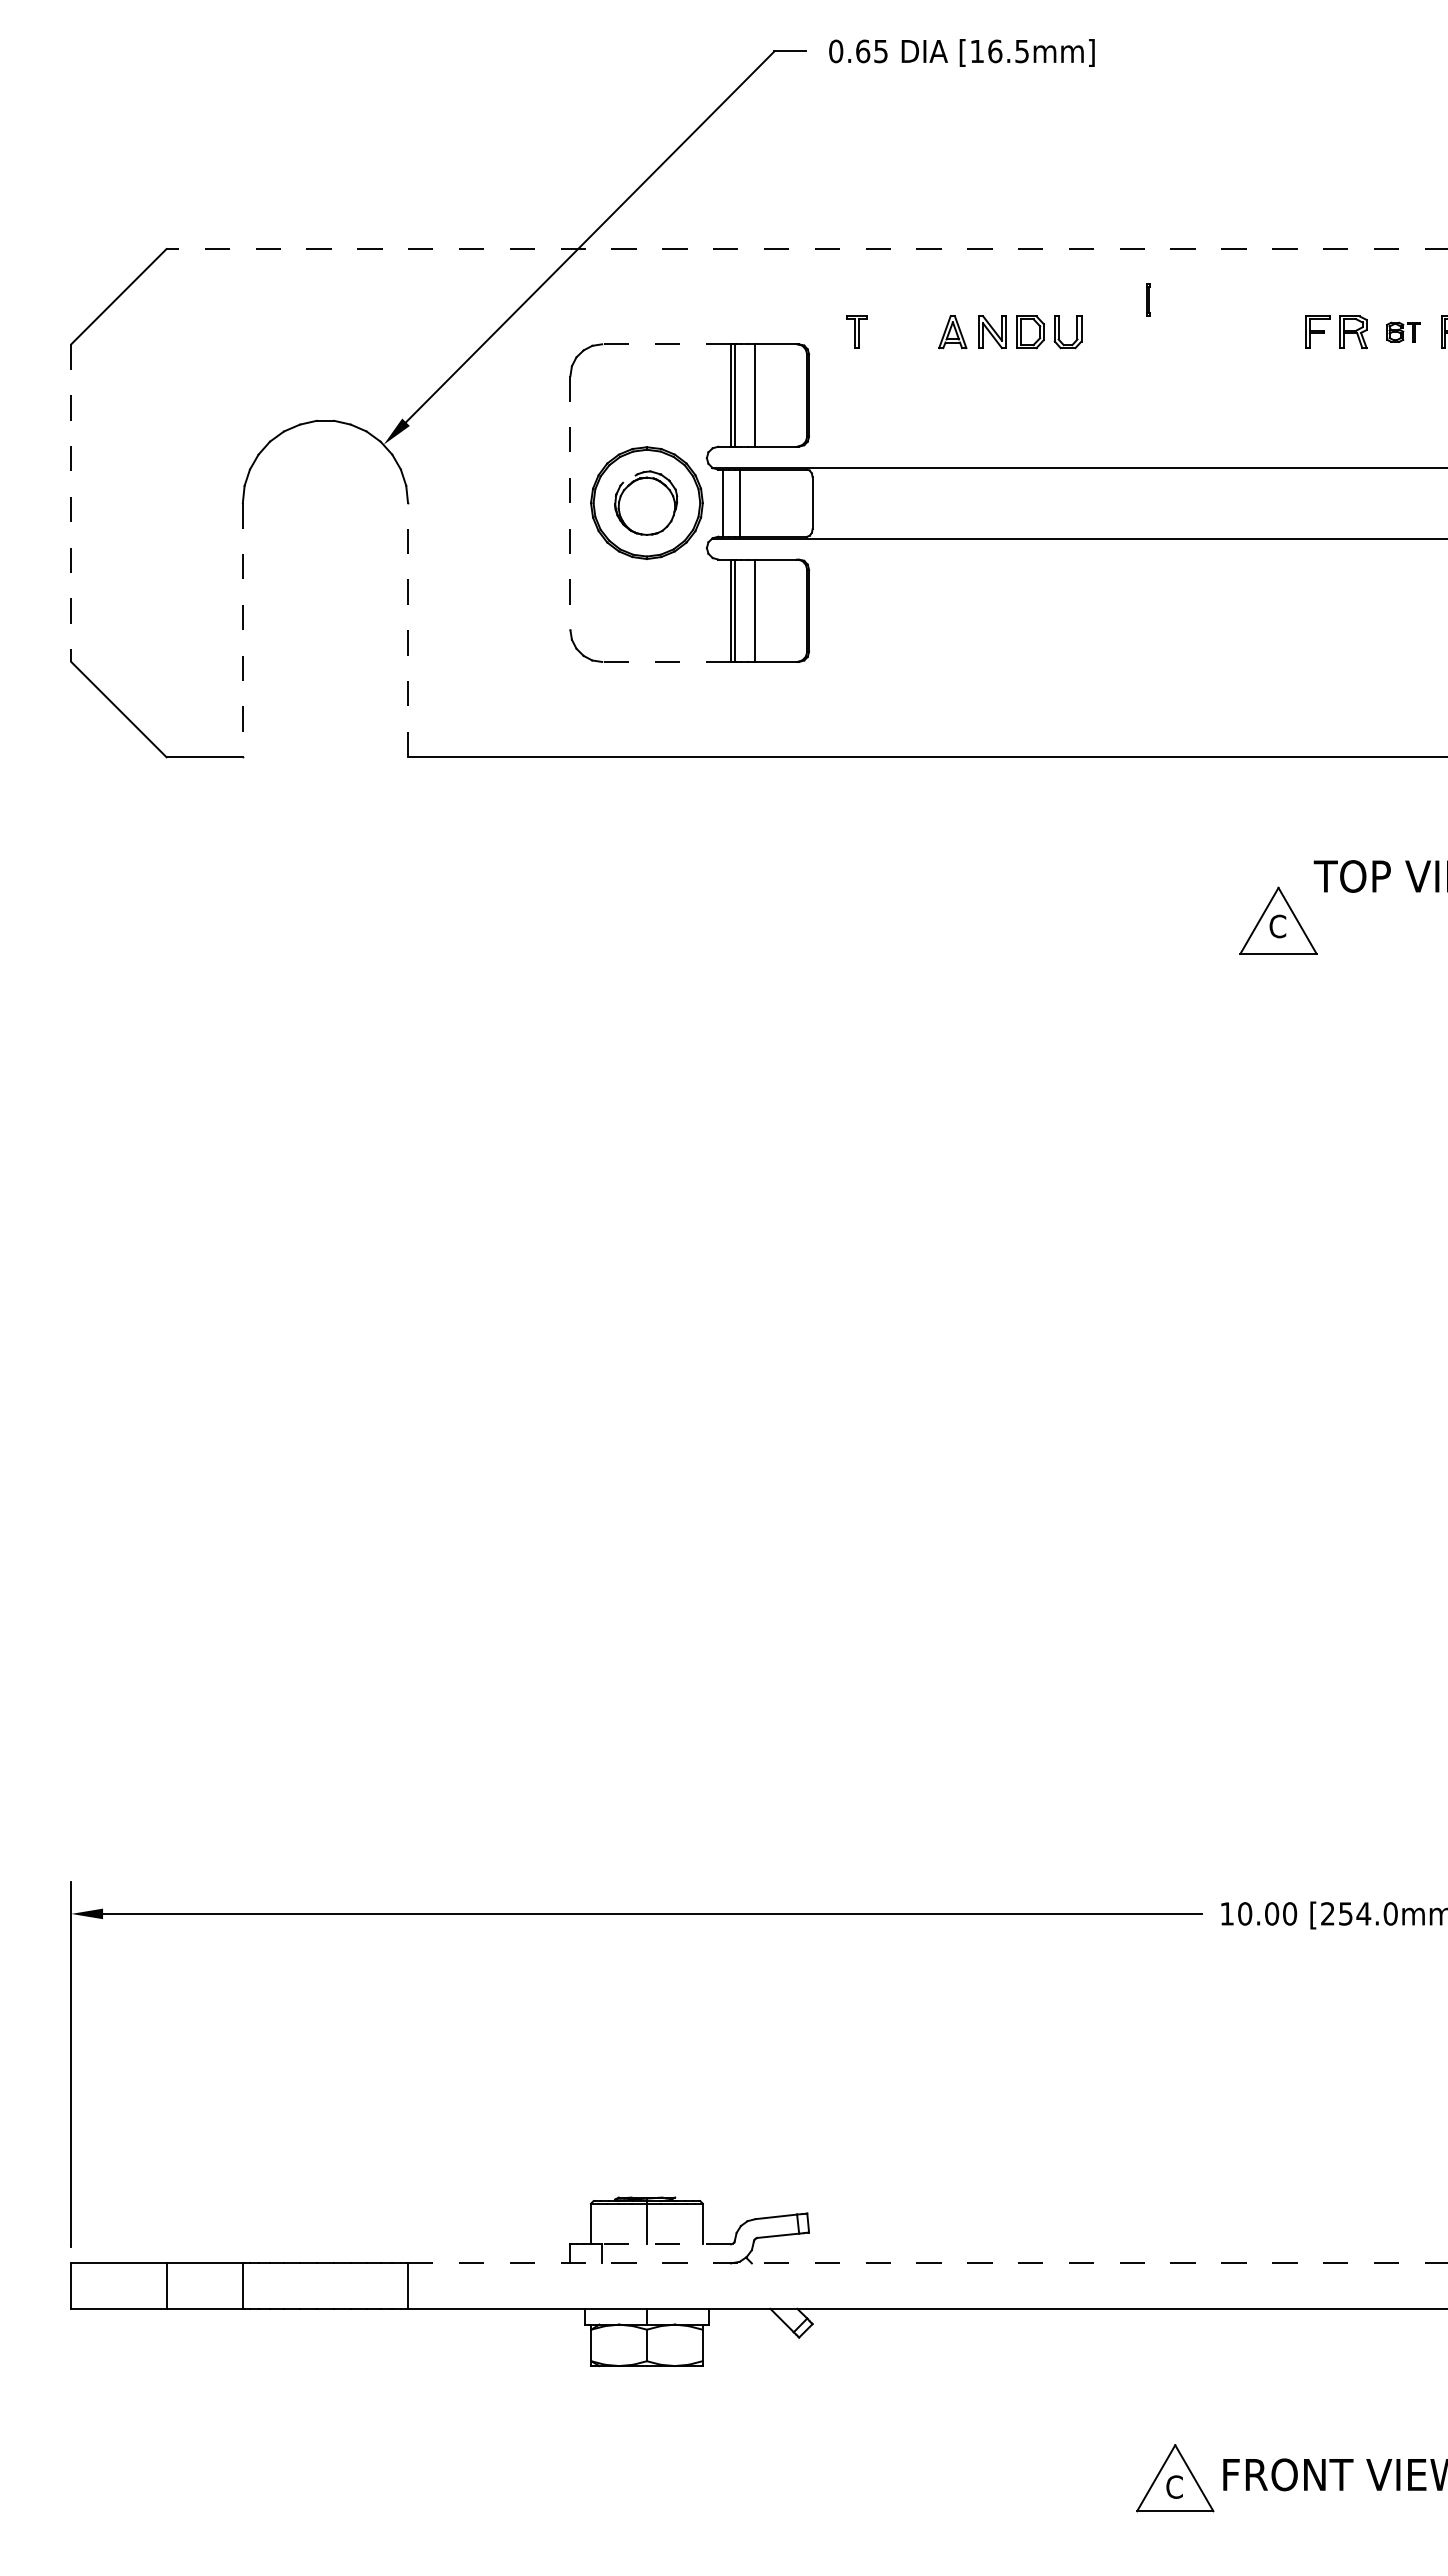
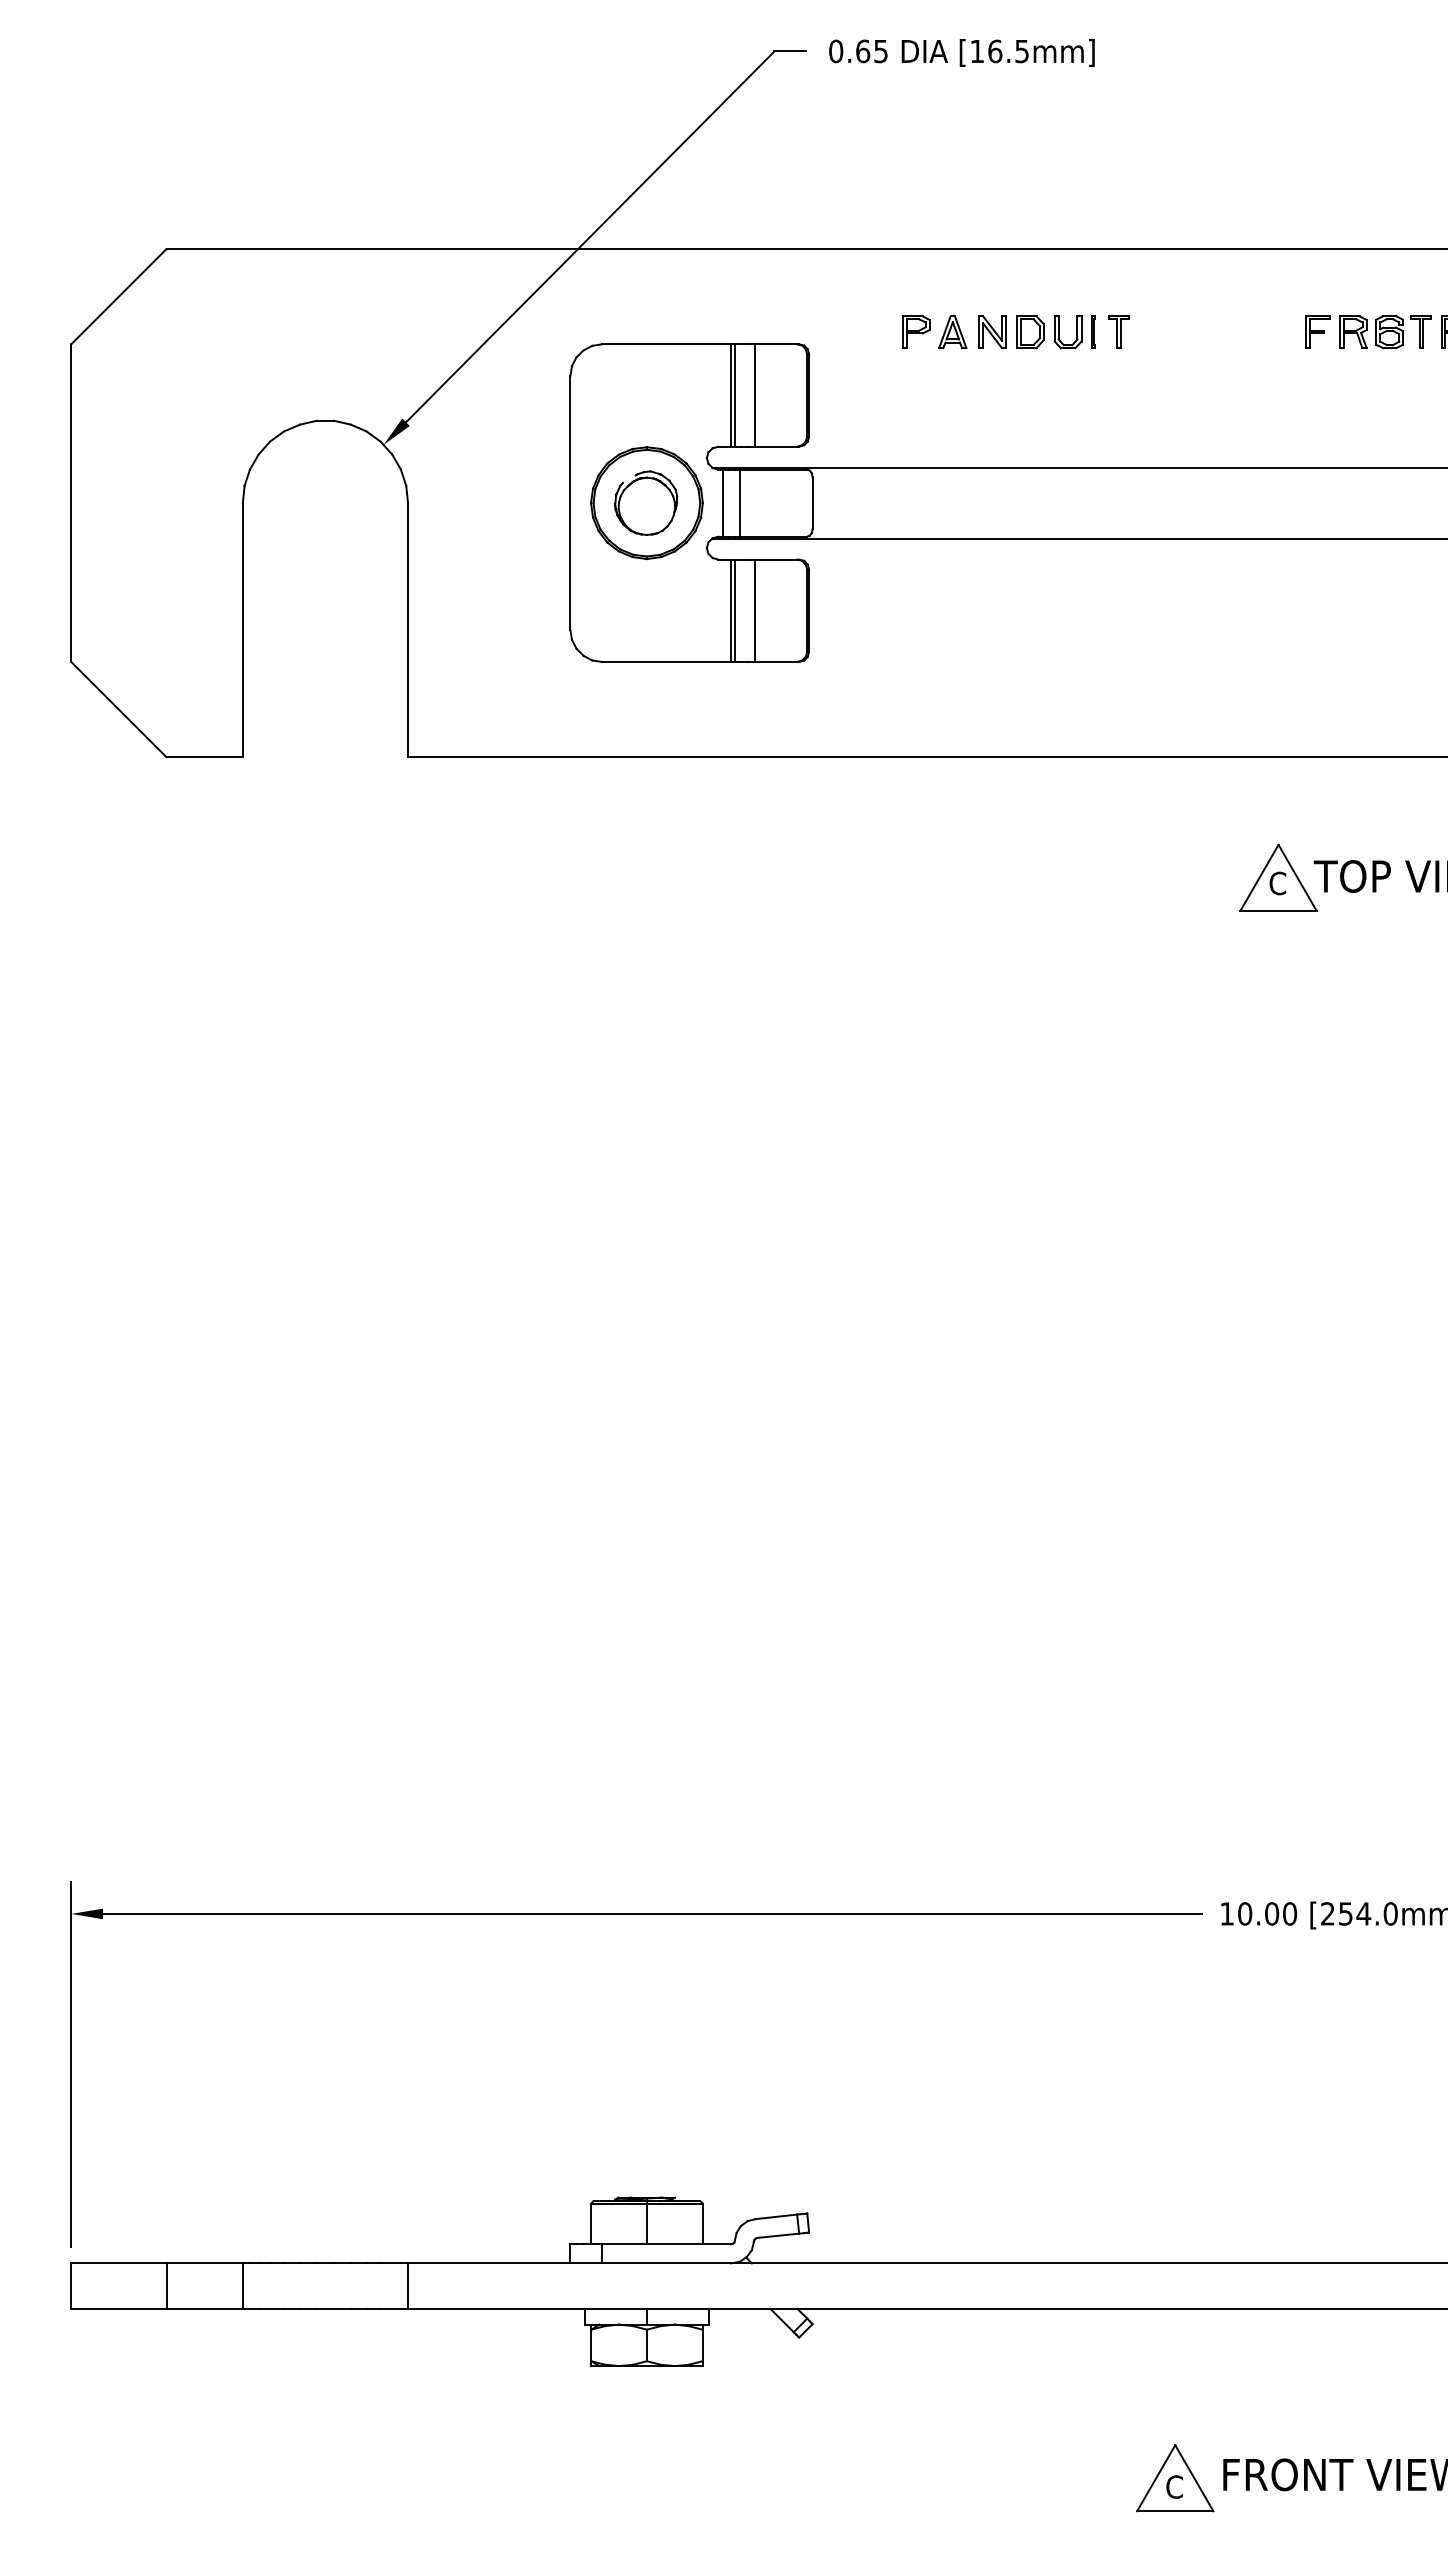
line at (806, 249): dashed -> solid
line at (1148, 299) position: (1148, 299) -> (1093, 331)
part at (856, 331) position: (856, 331) -> (1118, 331)
part at (916, 331): none -> present
part at (1403, 331) size: 35x22 px -> 57x35 px
line at (666, 344): dashed -> solid
line at (71, 503): dashed -> solid
line at (570, 503): dashed -> solid
line at (408, 629): dashed -> solid
line at (242, 630): dashed -> solid
line at (666, 662): dashed -> solid
part at (1278, 920) position: (1278, 920) -> (1278, 877)
line at (666, 2244): dashed -> solid
line at (927, 2263): dashed -> solid
